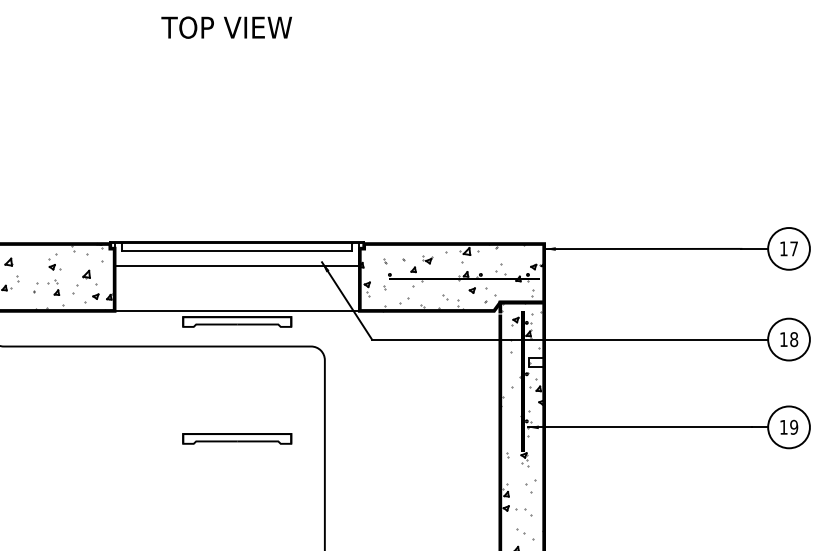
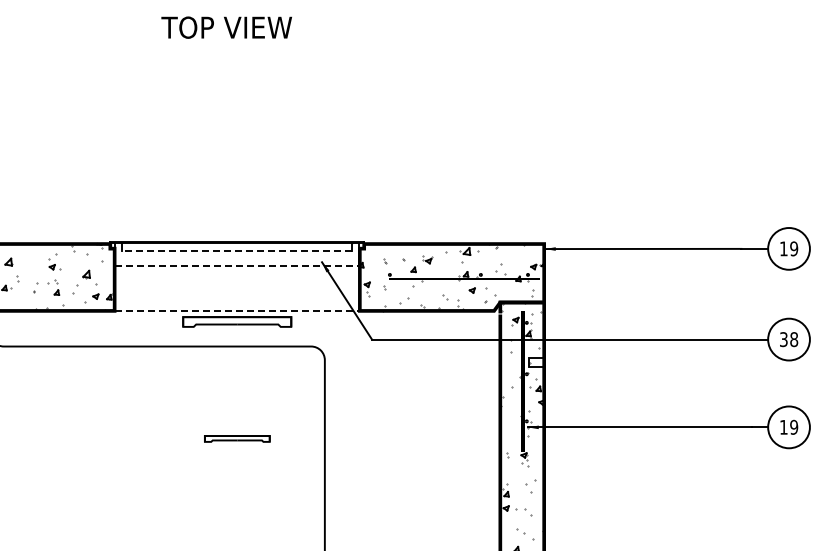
text at (794, 248): 17 -> 19
line at (236, 251): solid -> dashed
line at (237, 266): solid -> dashed
line at (237, 310): solid -> dashed
text at (783, 339): 18 -> 38
part at (237, 438) size: 111x12 px -> 67x8 px
